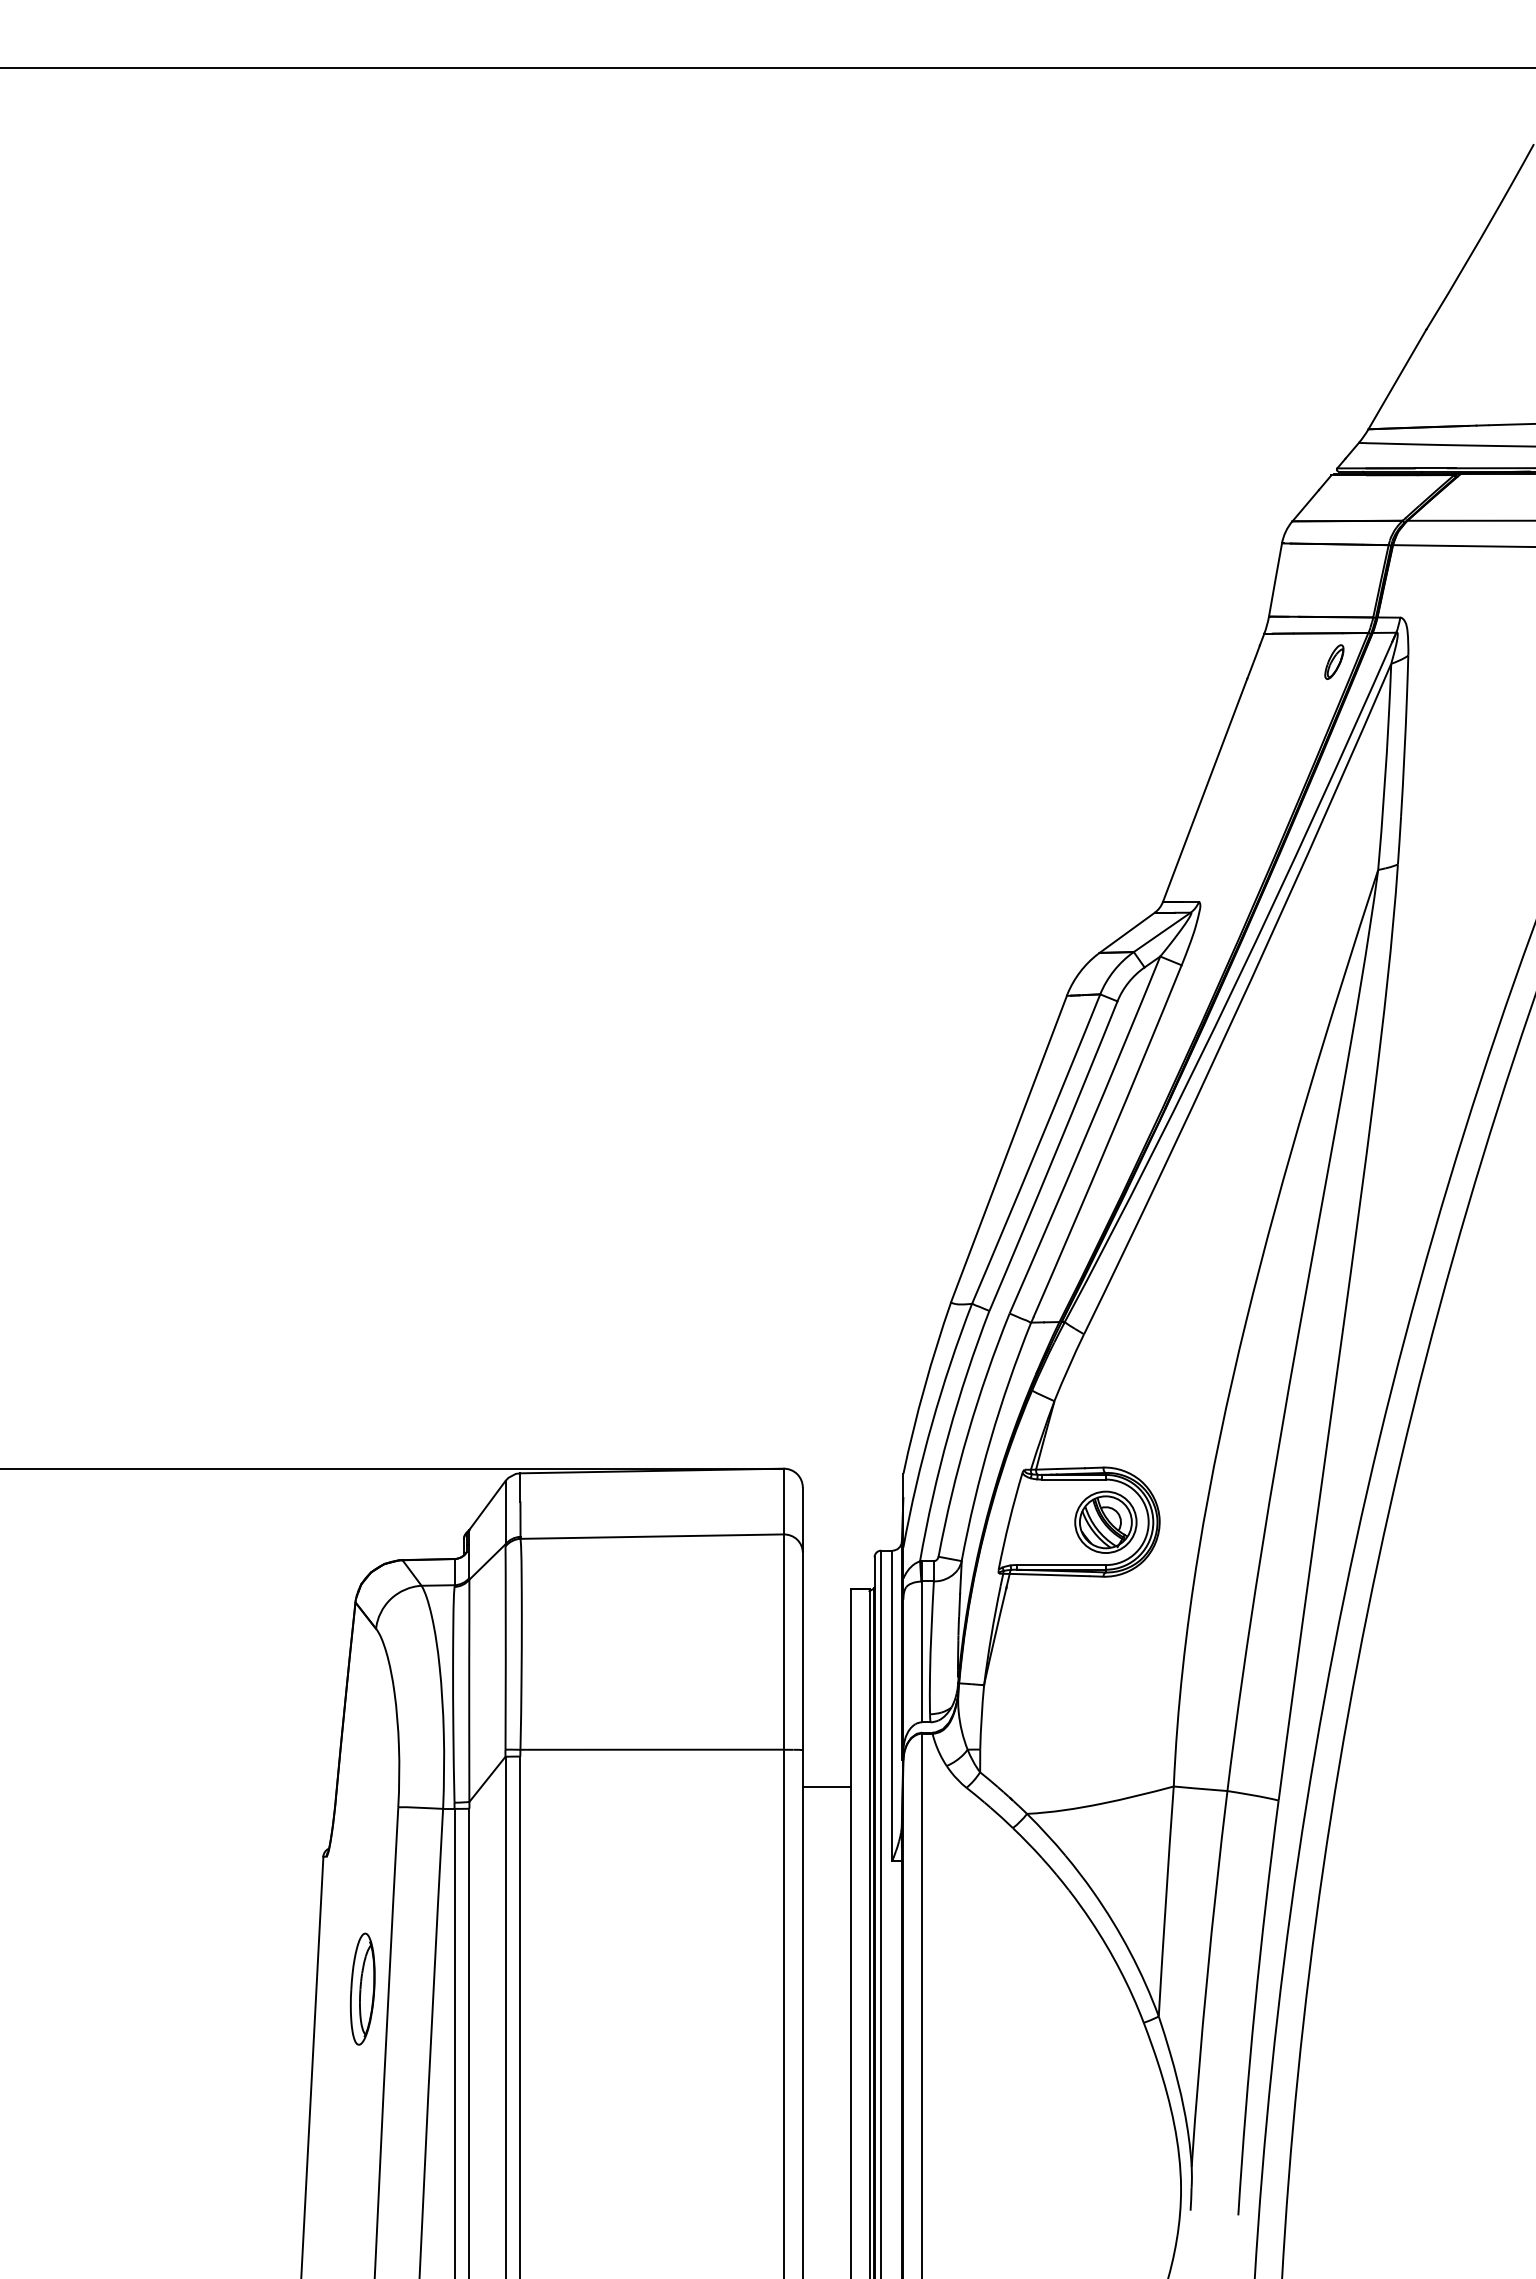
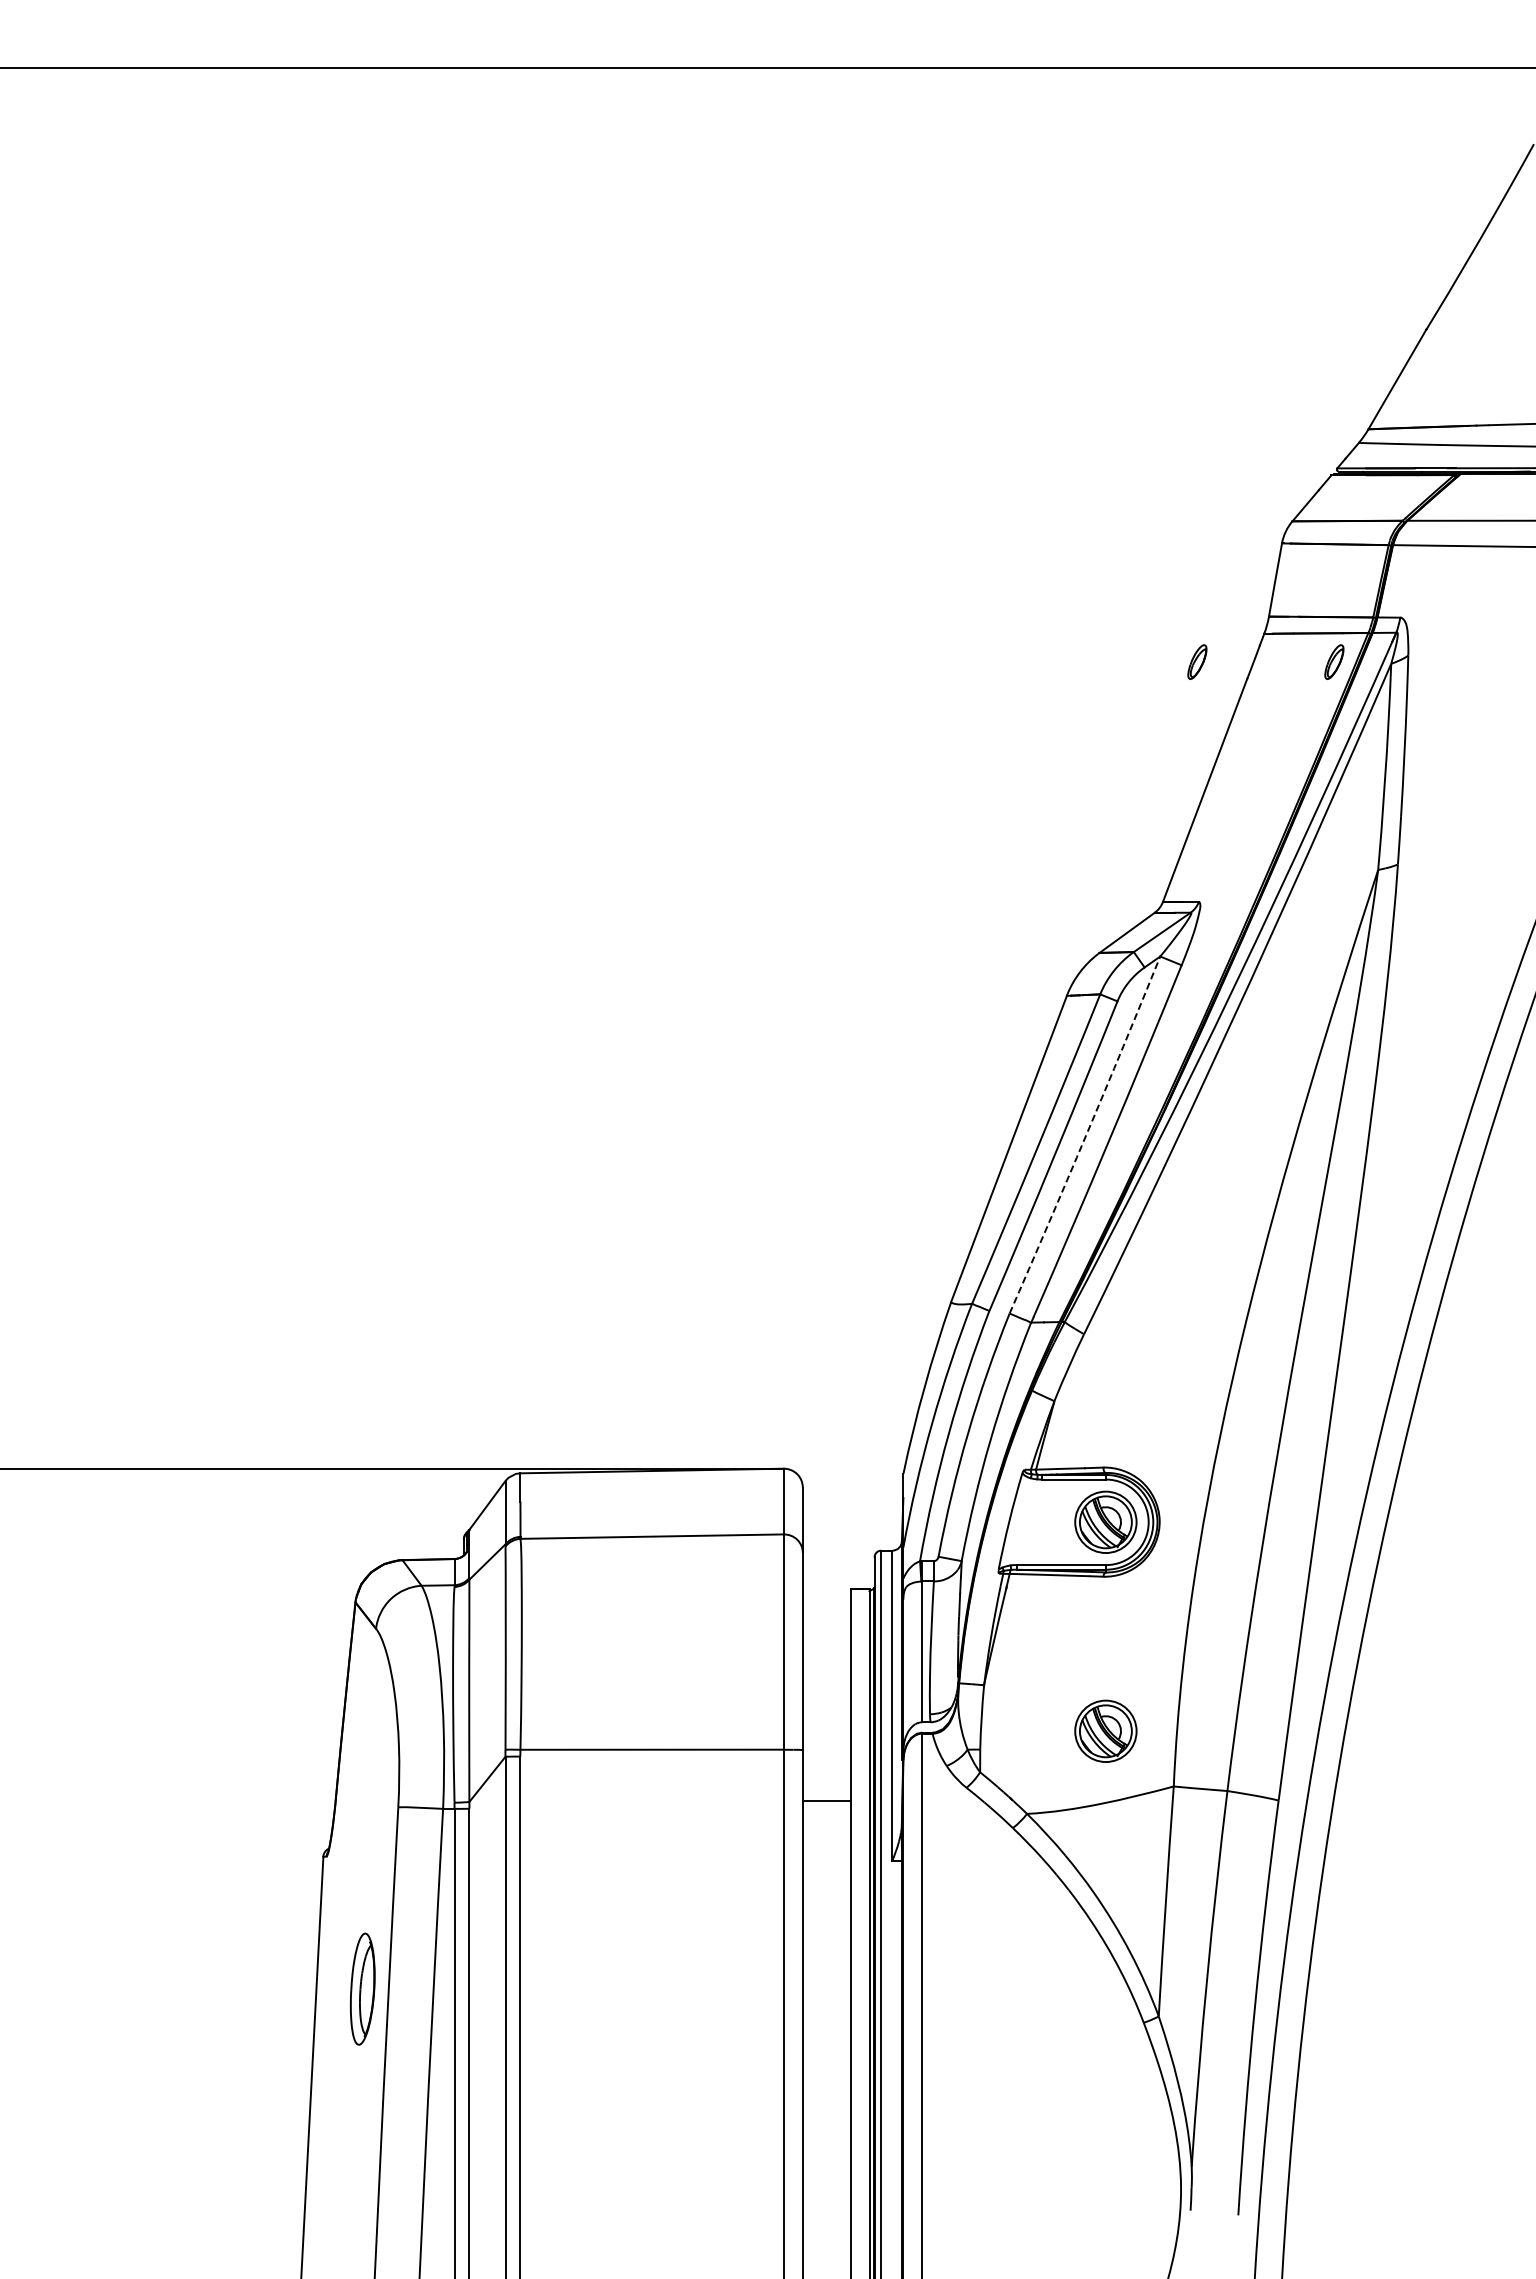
part at (1197, 661): none -> present
arc at (1086, 1135): solid -> dashed
part at (1105, 1730): none -> present
line at (826, 1786) position: (826, 1786) -> (826, 1800)
